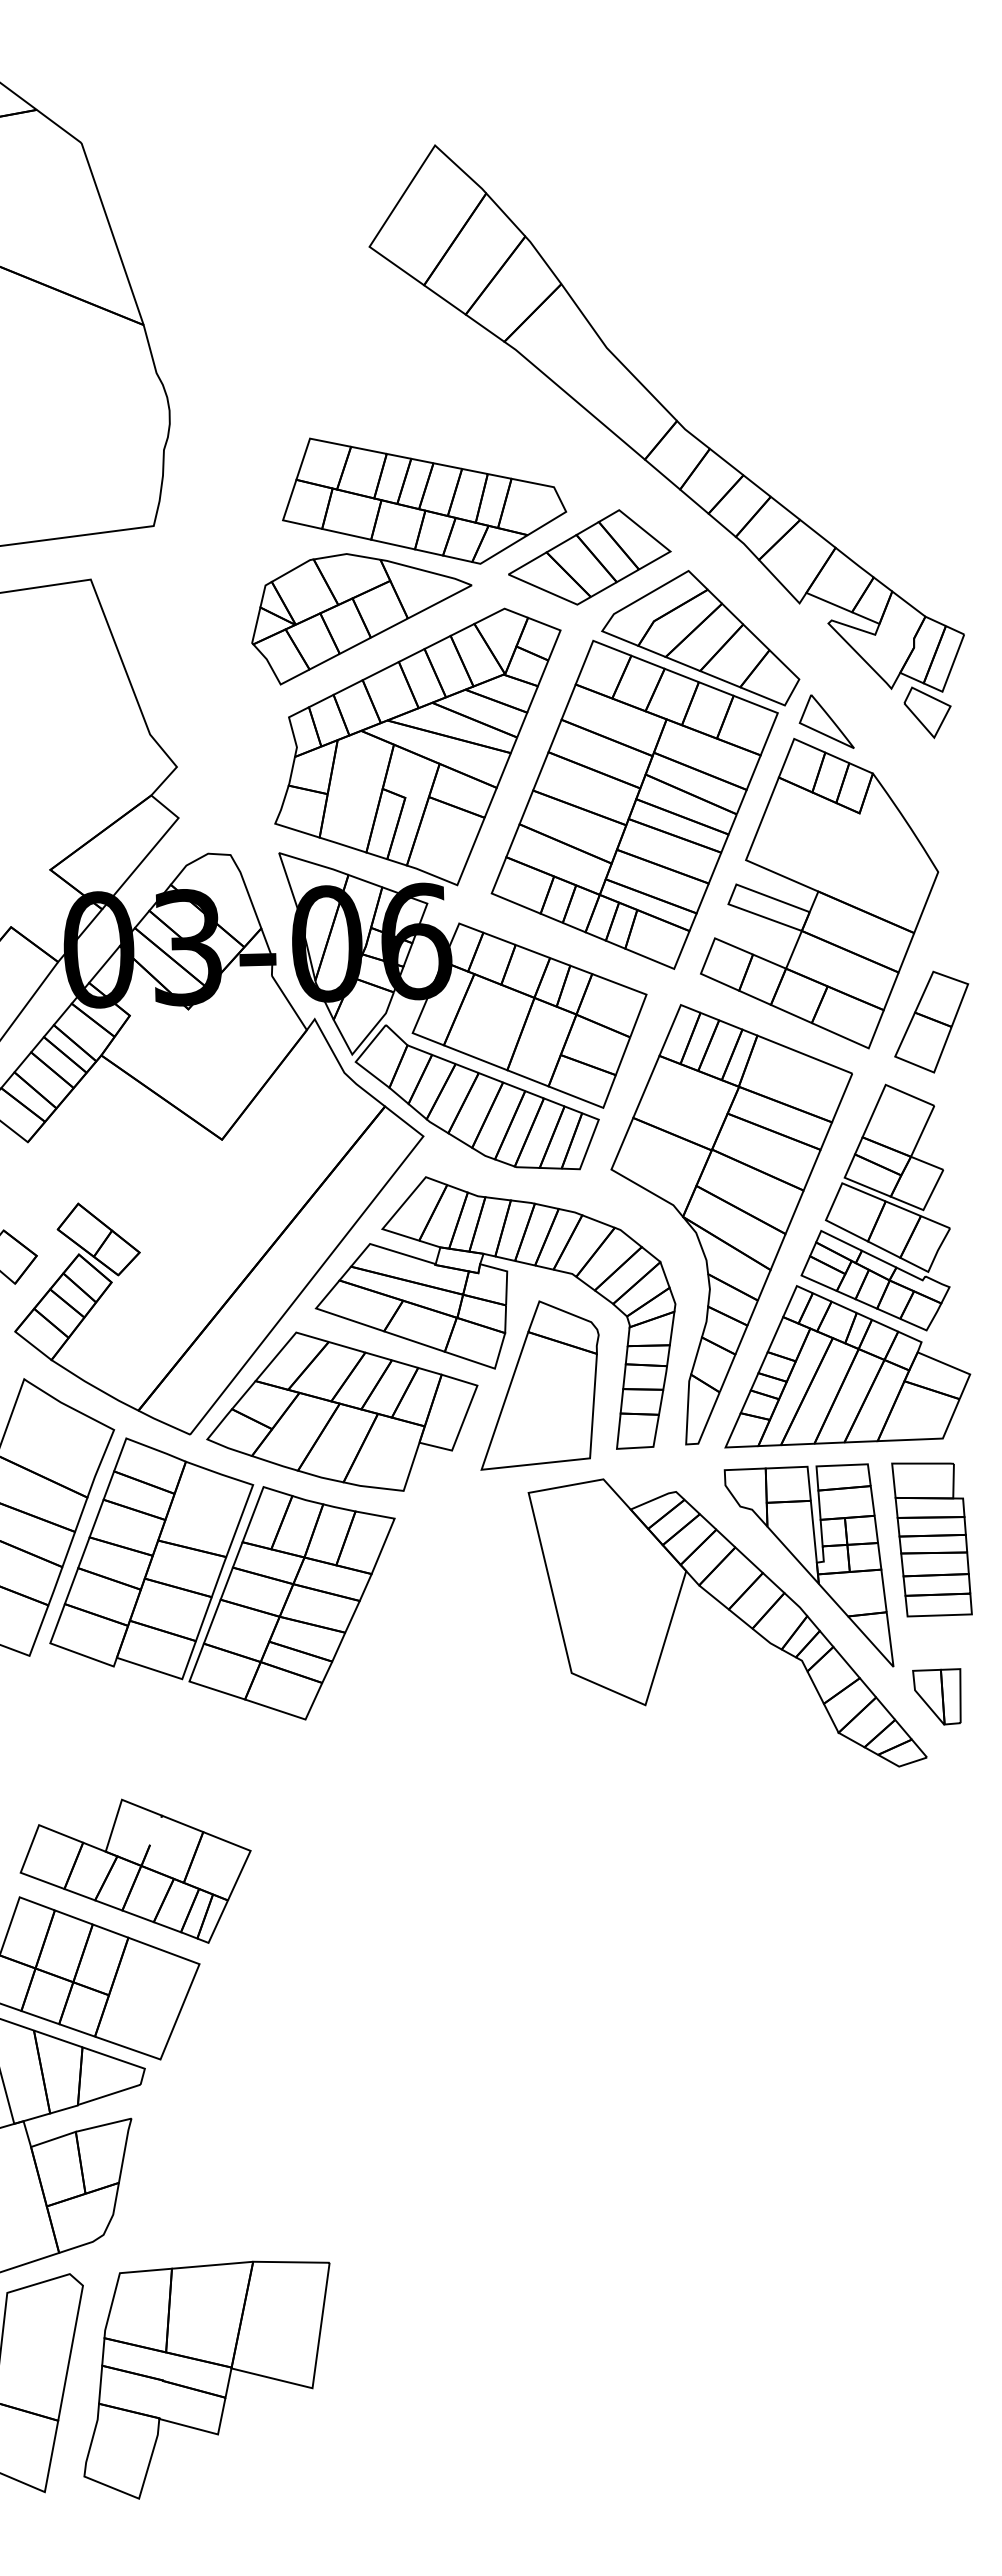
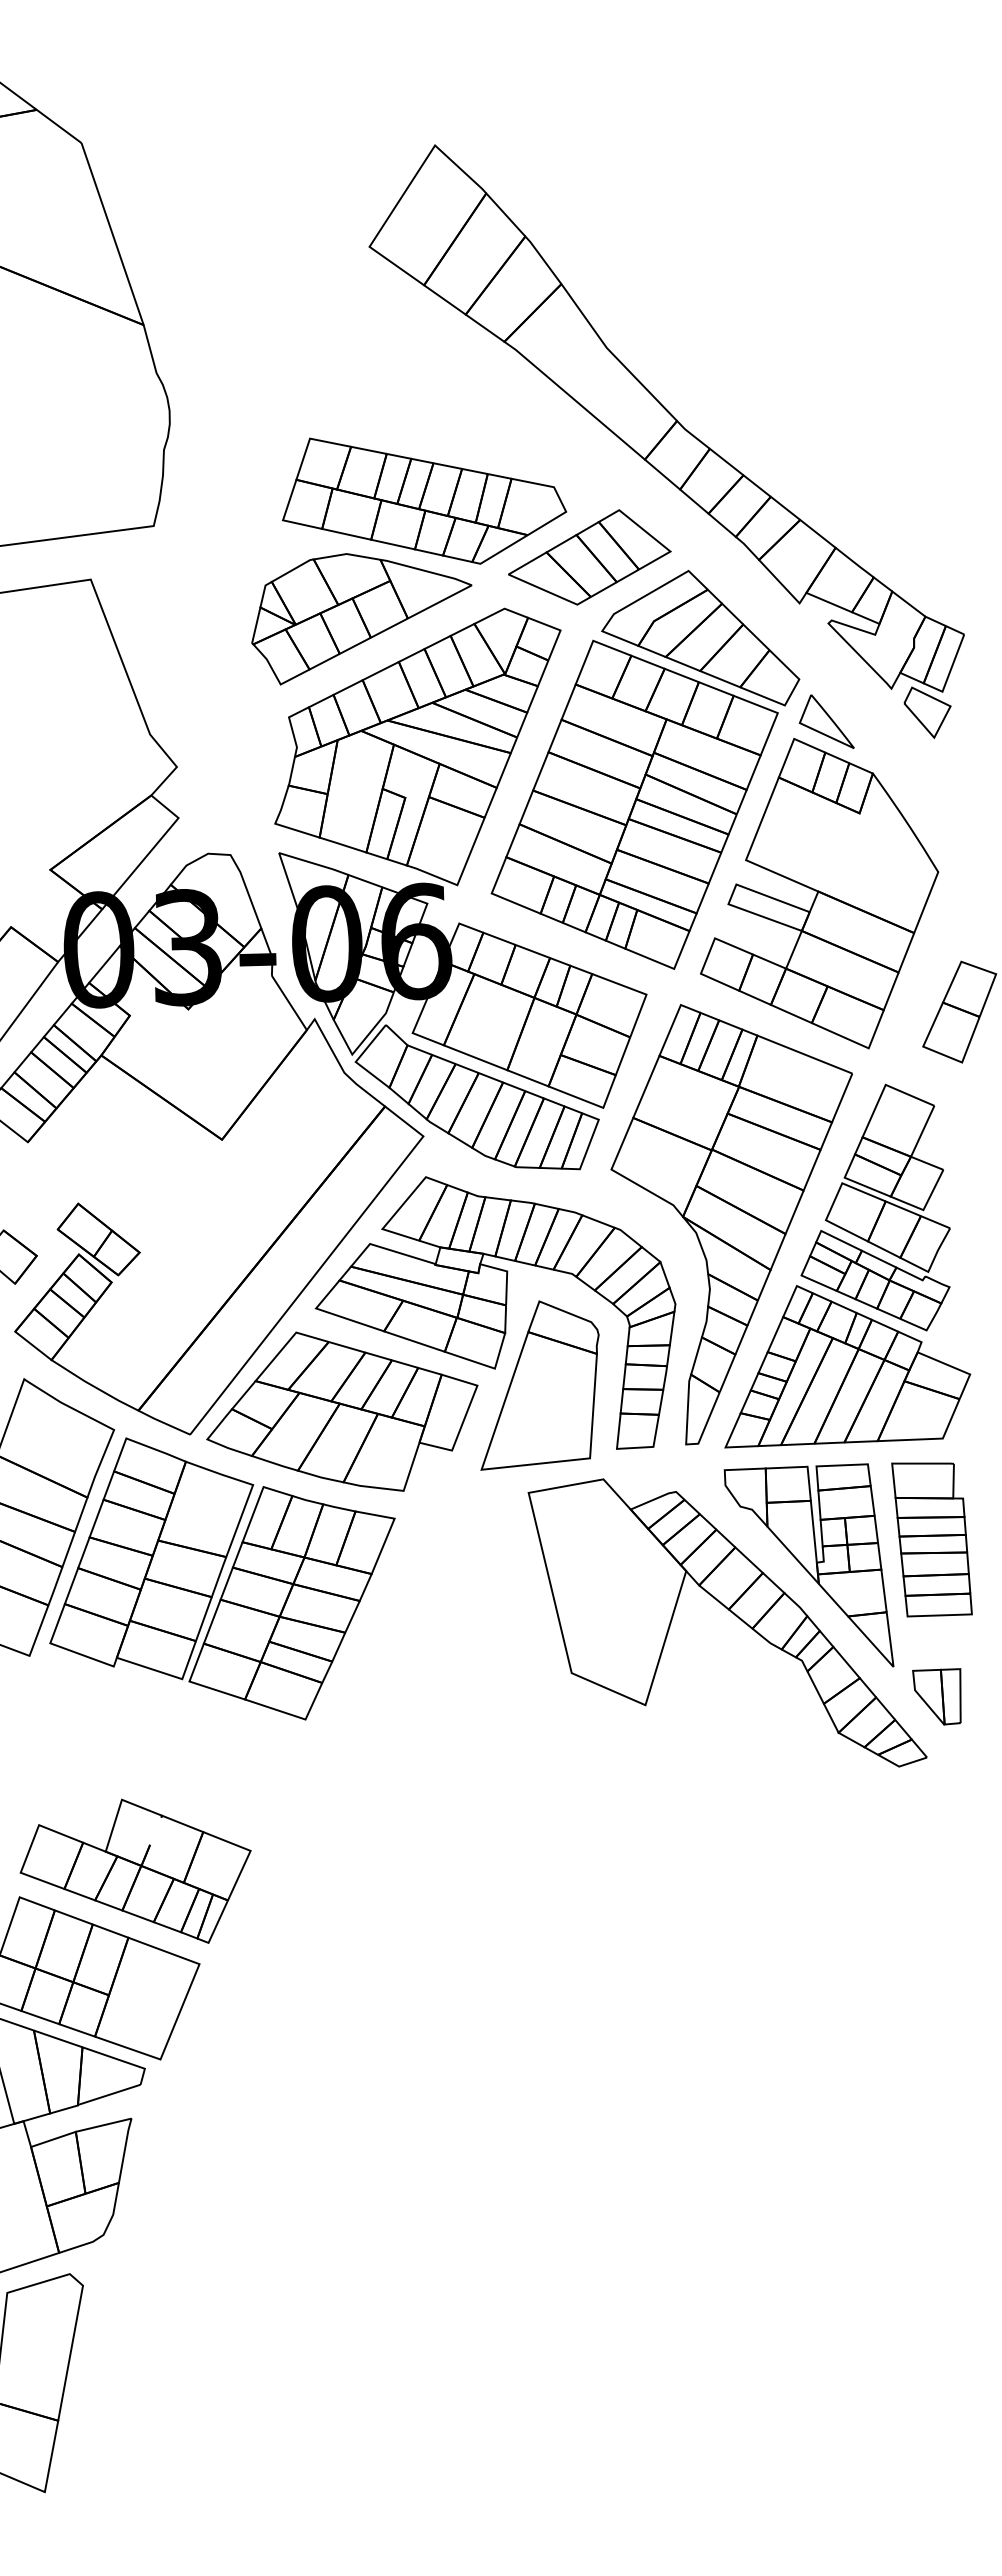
part at (931, 1021) position: (931, 1021) -> (959, 1011)
part at (206, 2379): present -> none
